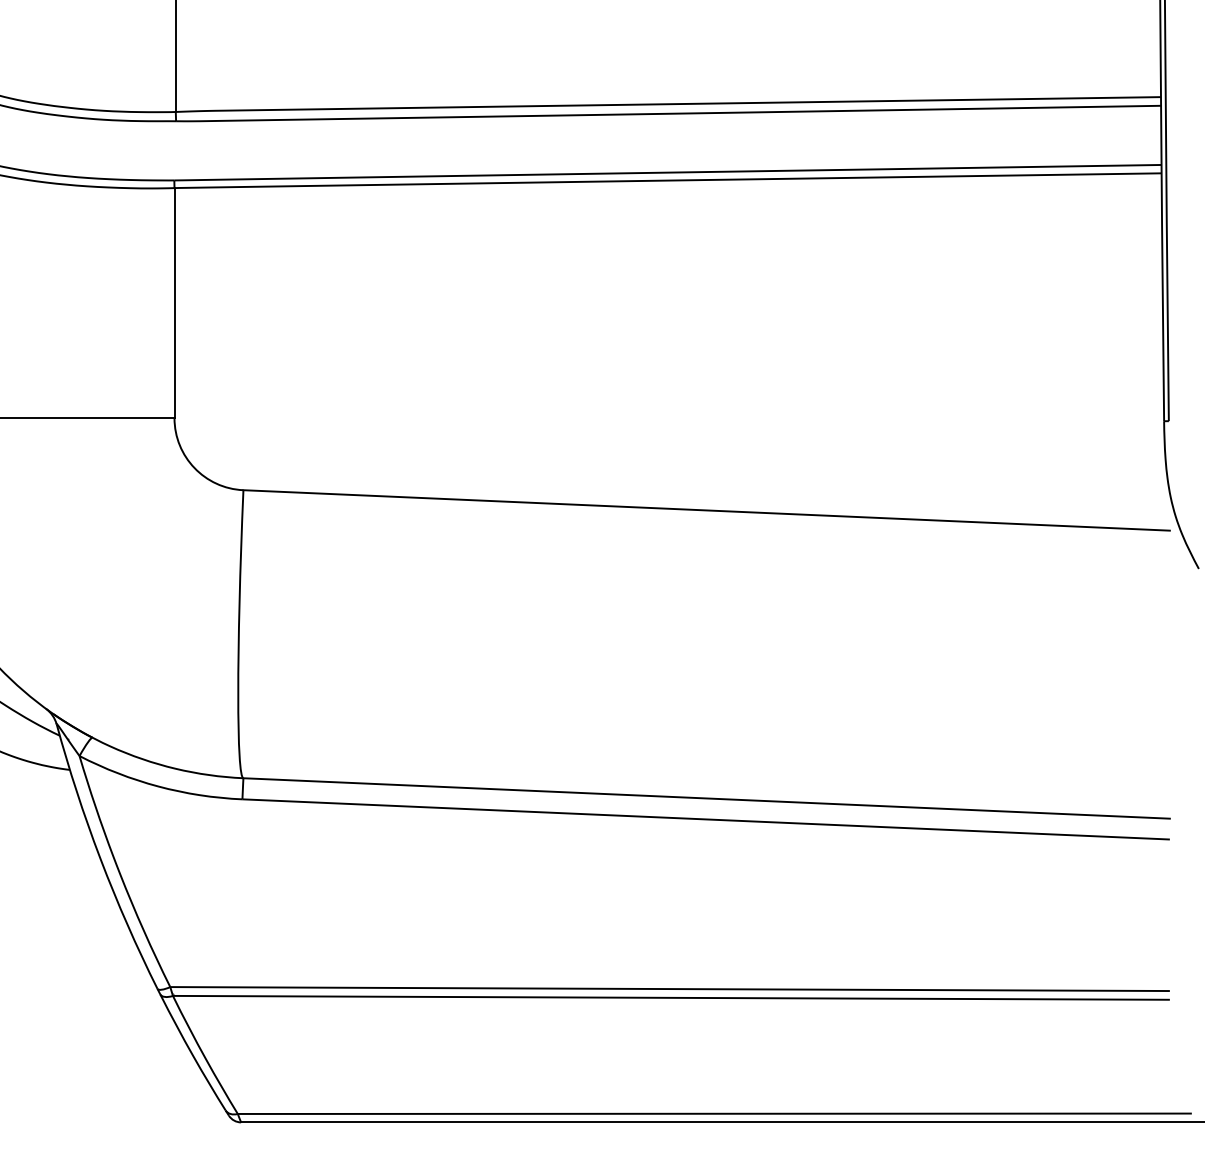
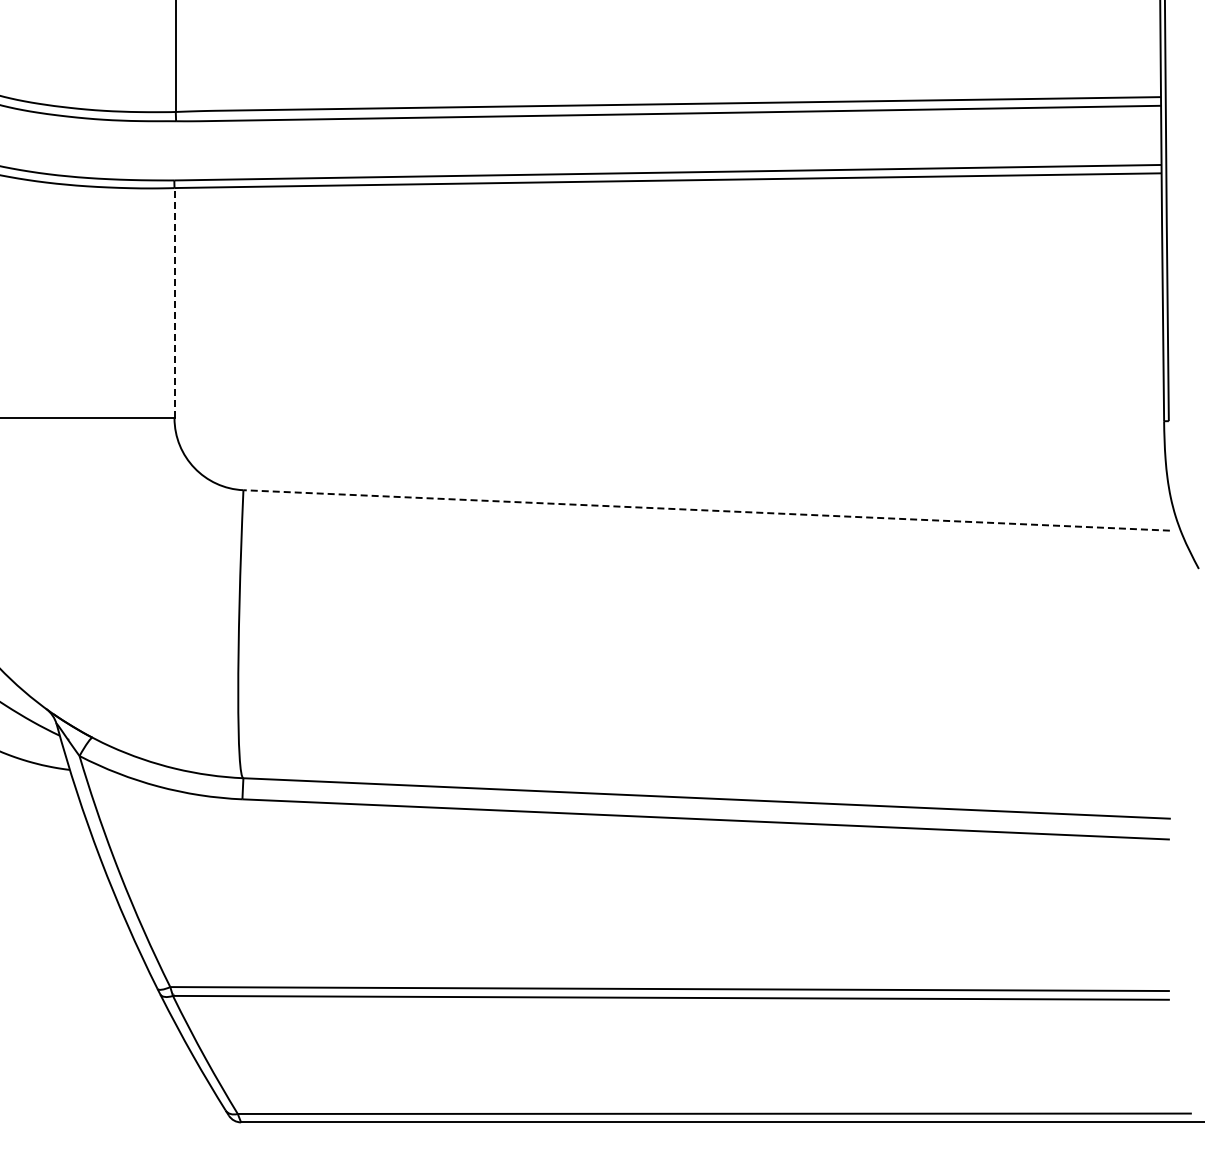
line at (174, 302): solid -> dashed
line at (706, 510): solid -> dashed
